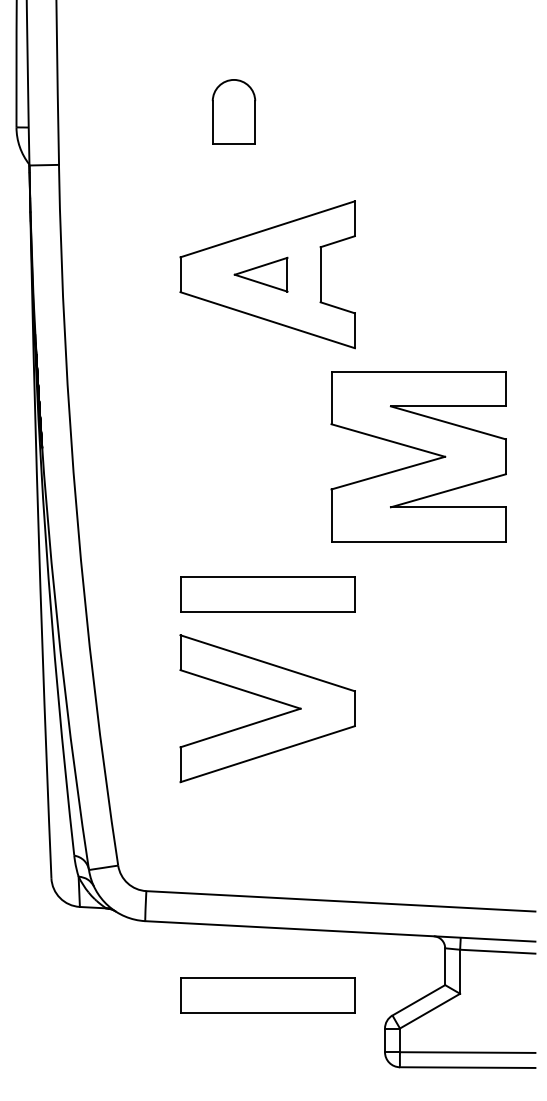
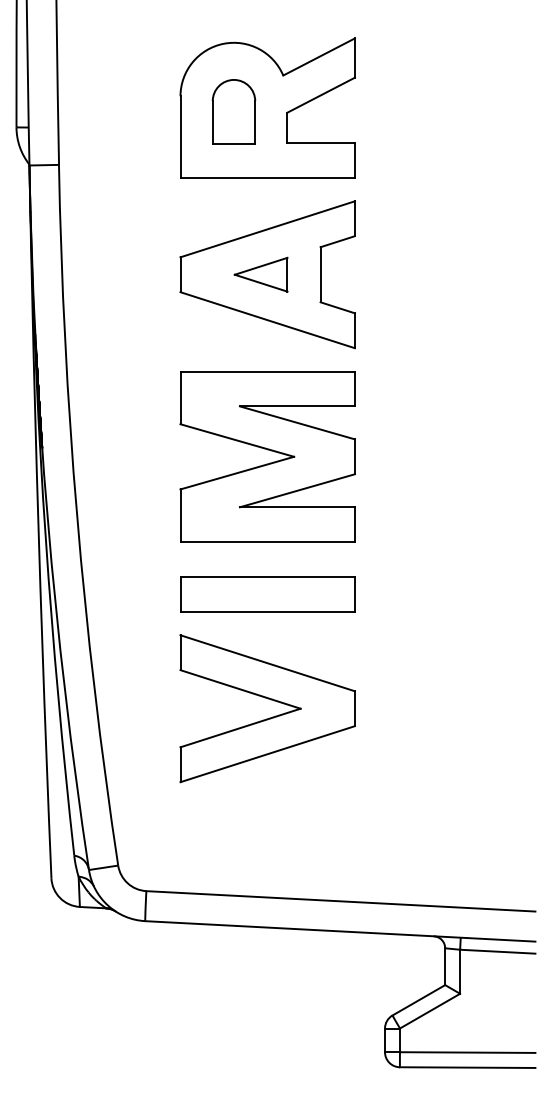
part at (267, 107): none -> present
part at (418, 456) position: (418, 456) -> (267, 456)
part at (267, 995): present -> none
